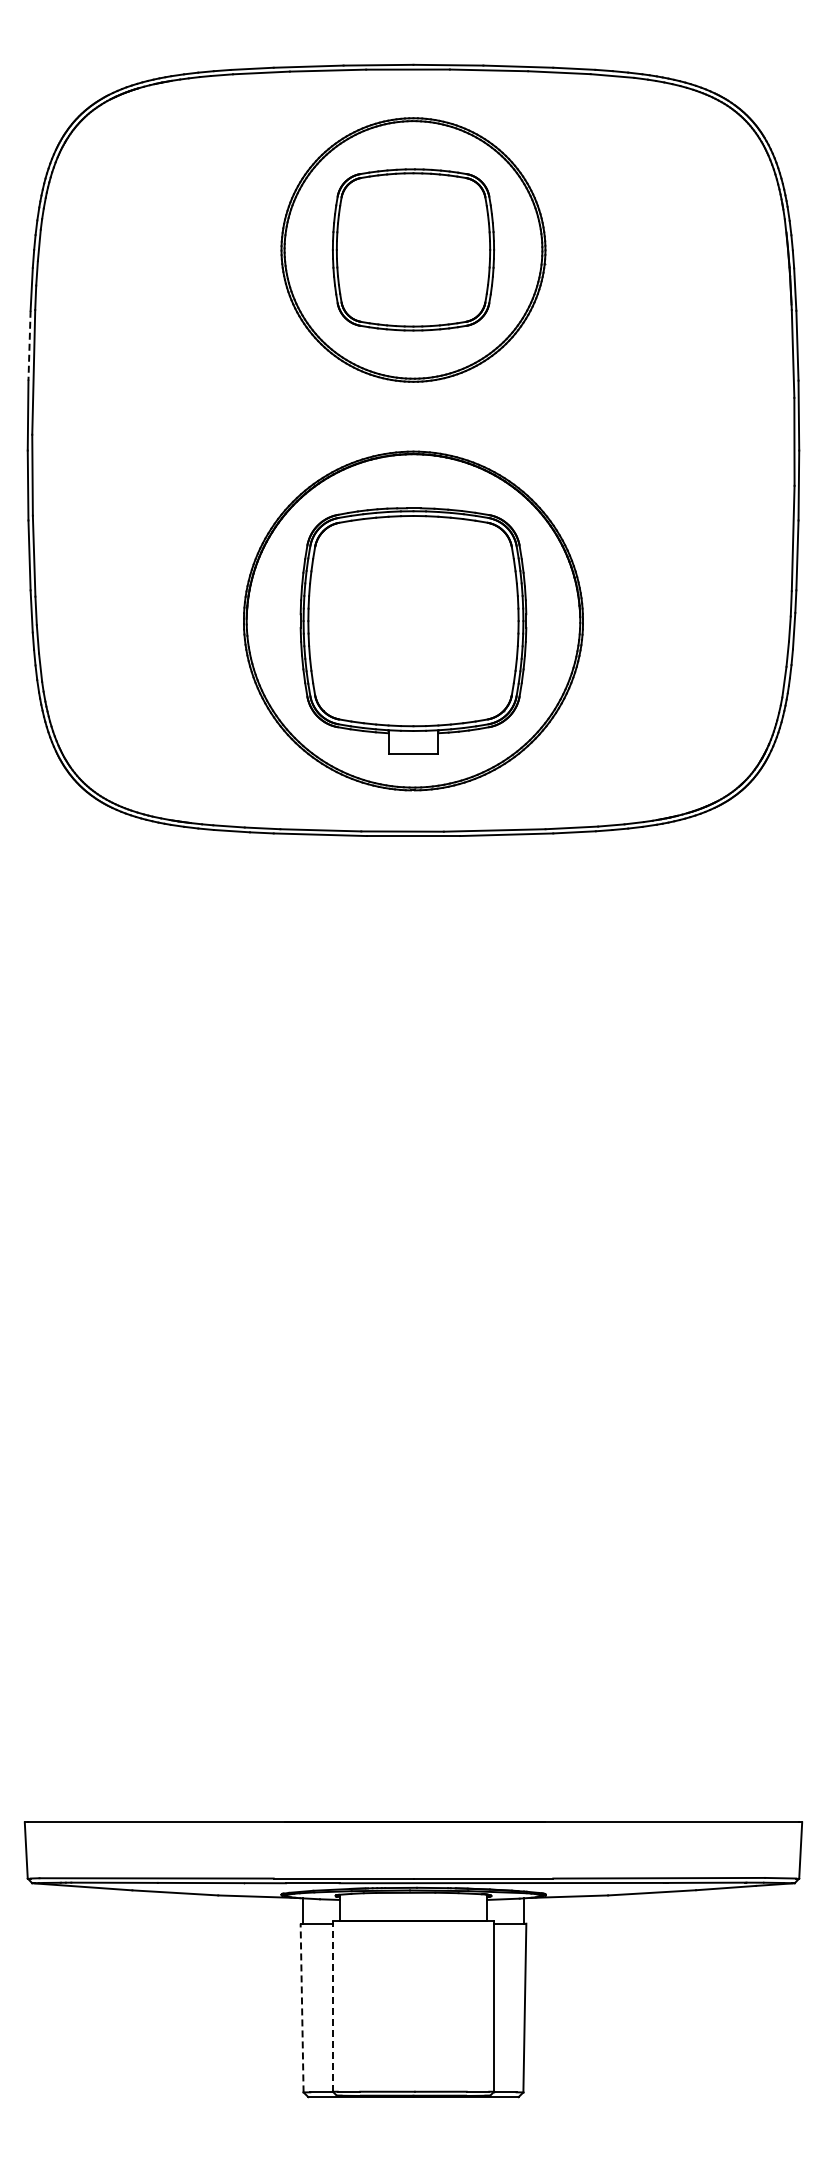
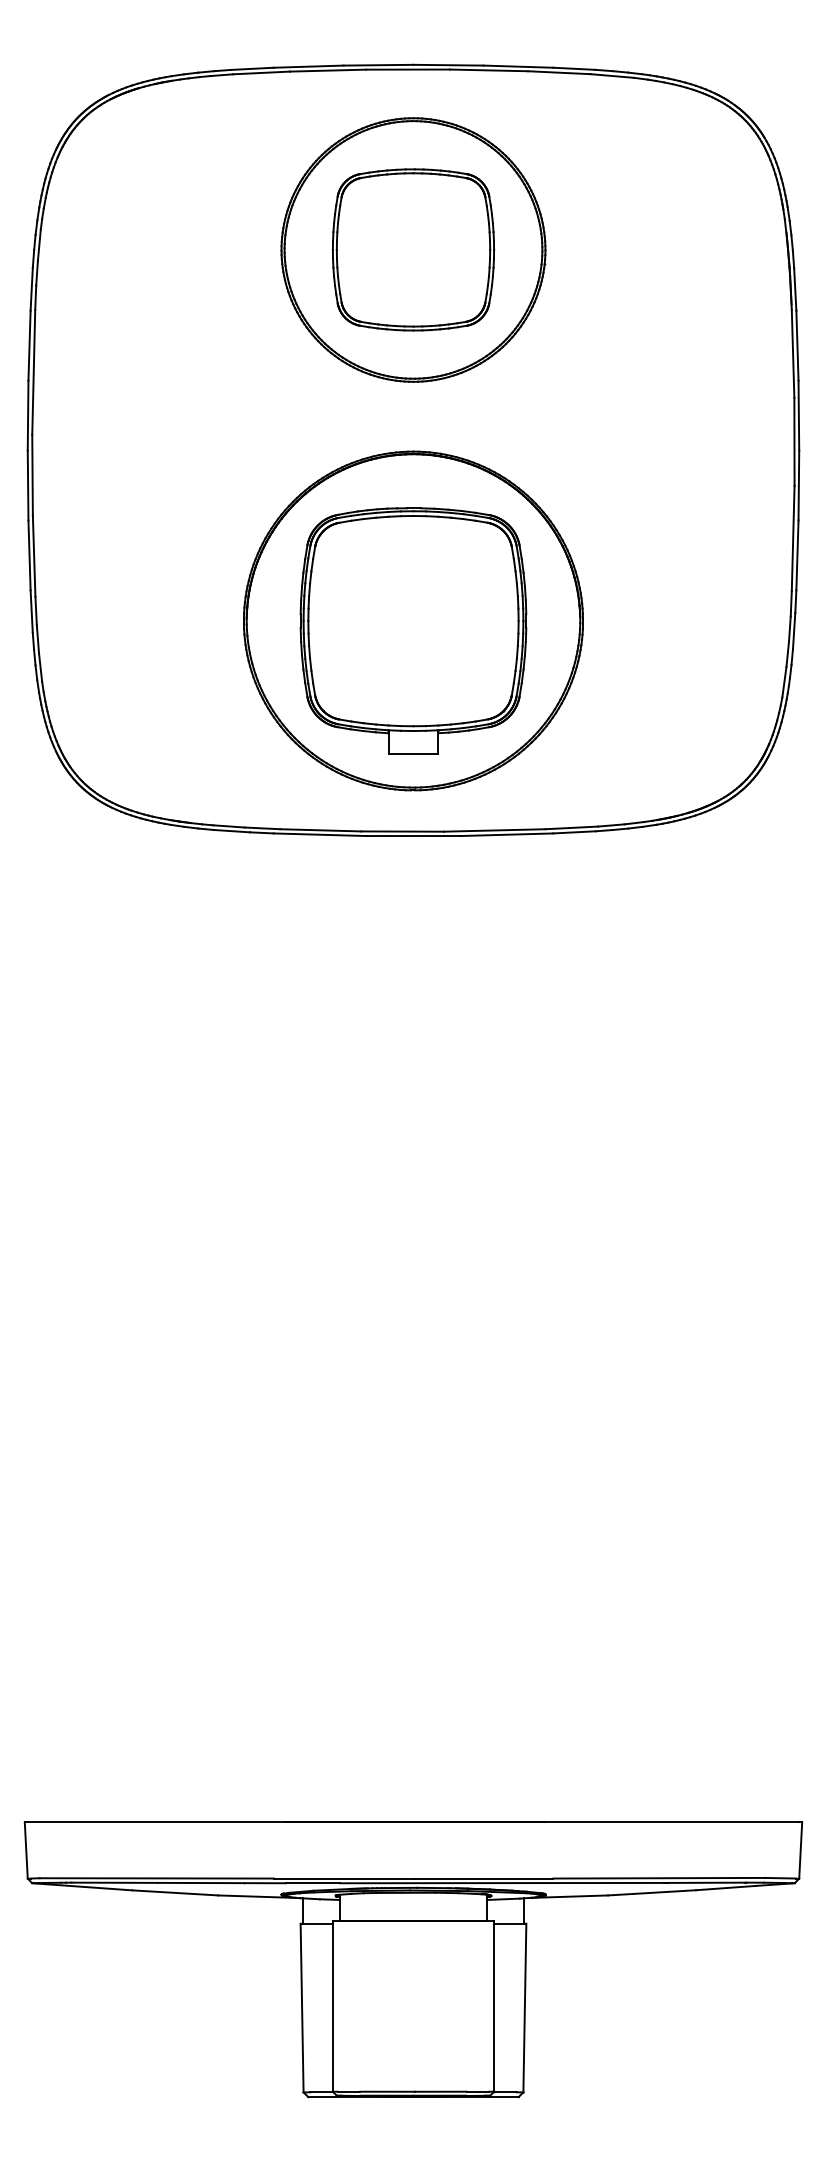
line at (29, 345): dashed -> solid
line at (332, 2006): dashed -> solid
line at (302, 2007): dashed -> solid
